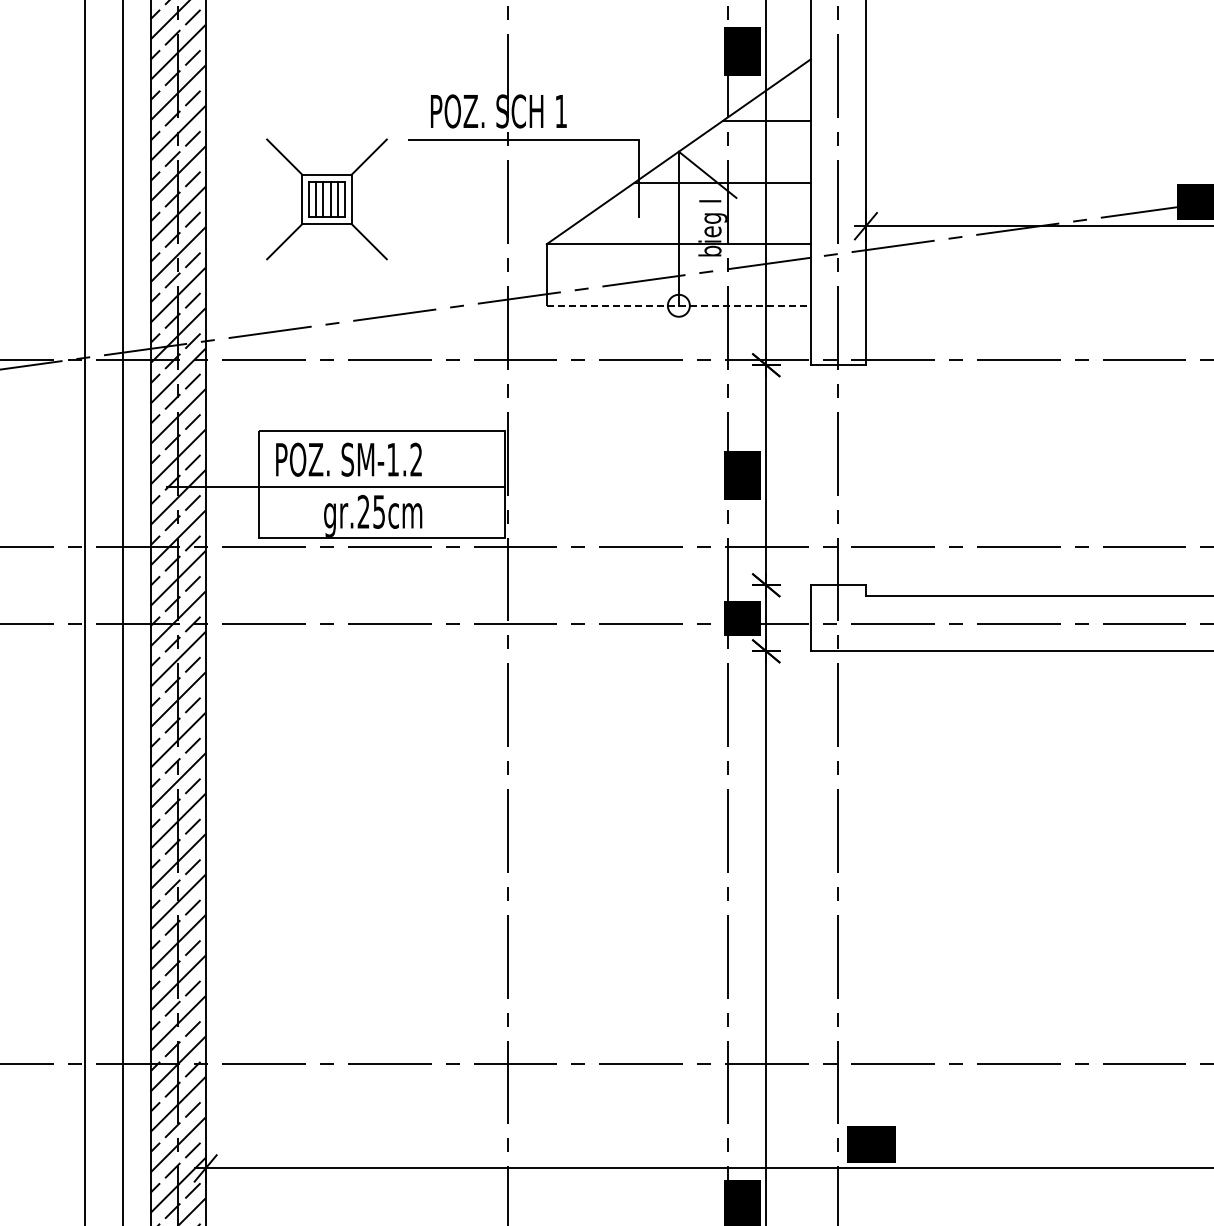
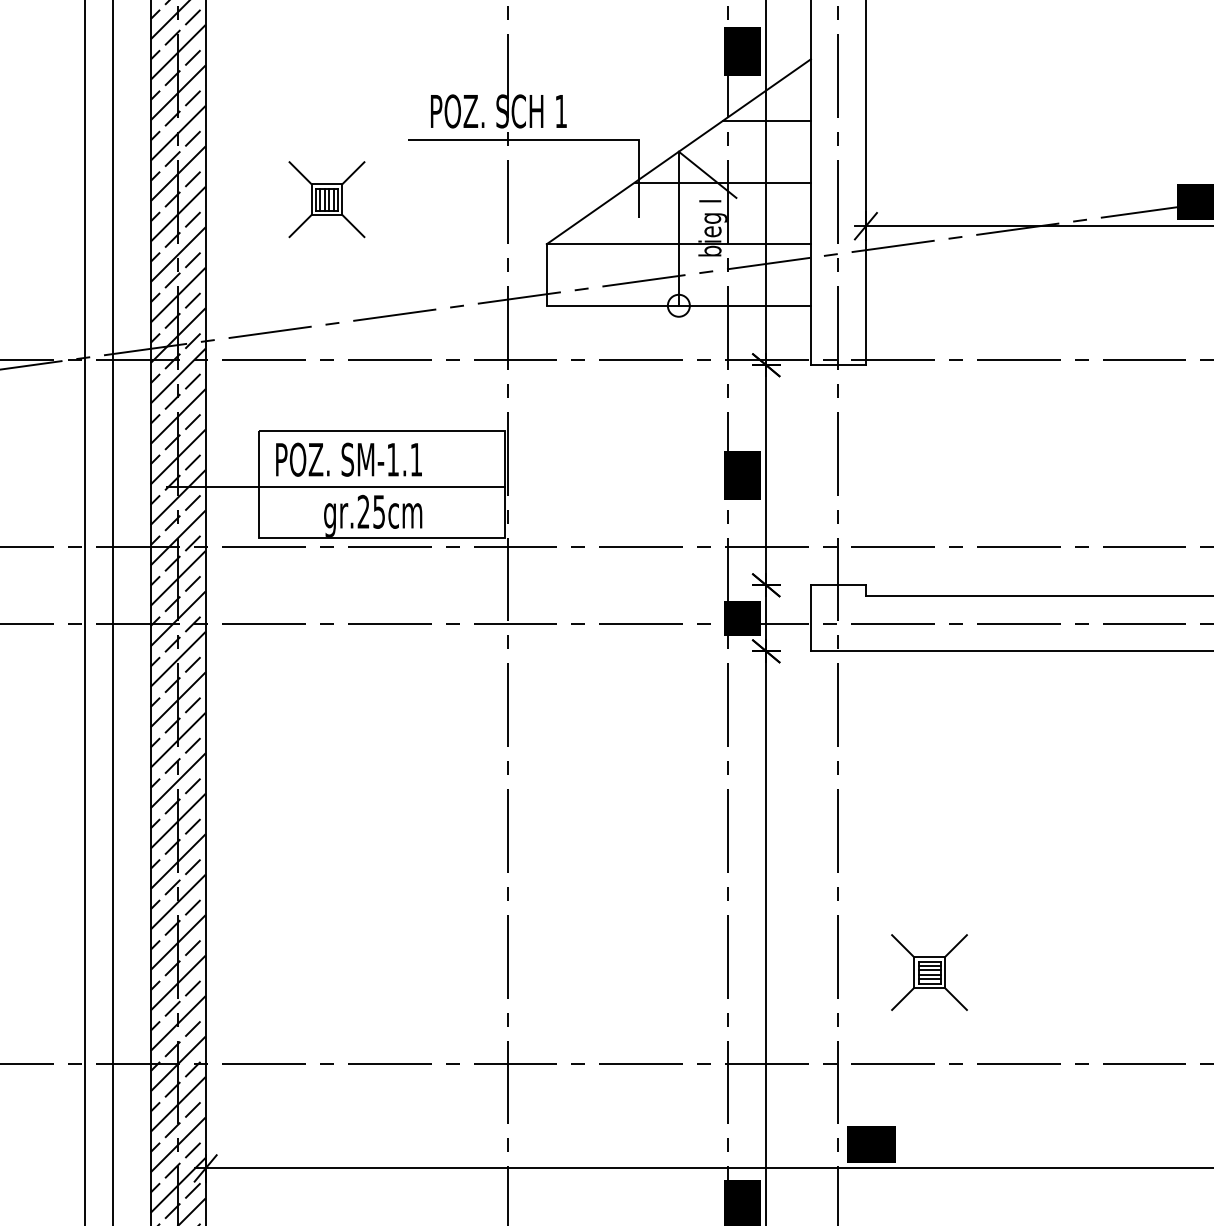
part at (326, 199) size: 122x123 px -> 78x78 px
line at (679, 305): dashed -> solid
text at (415, 459): SM-1.2 -> SM-1.1
line at (123, 612) position: (123, 612) -> (113, 612)
part at (929, 972): none -> present
